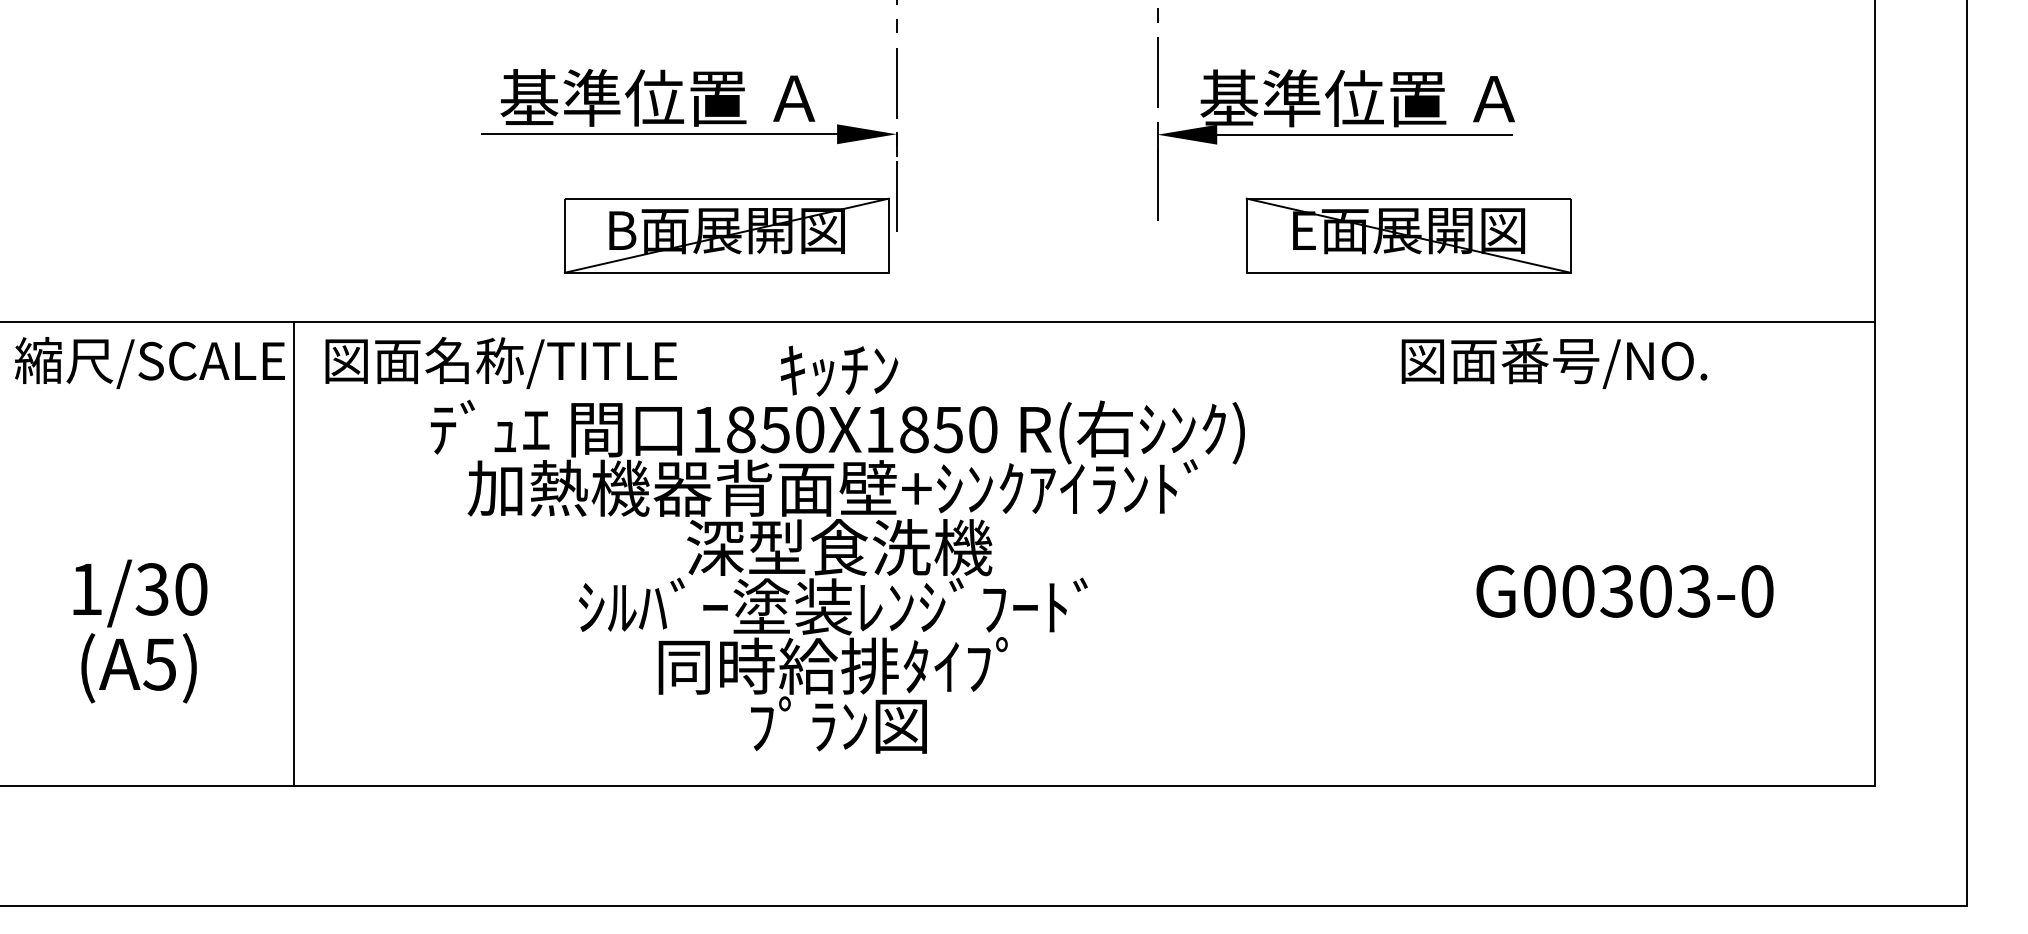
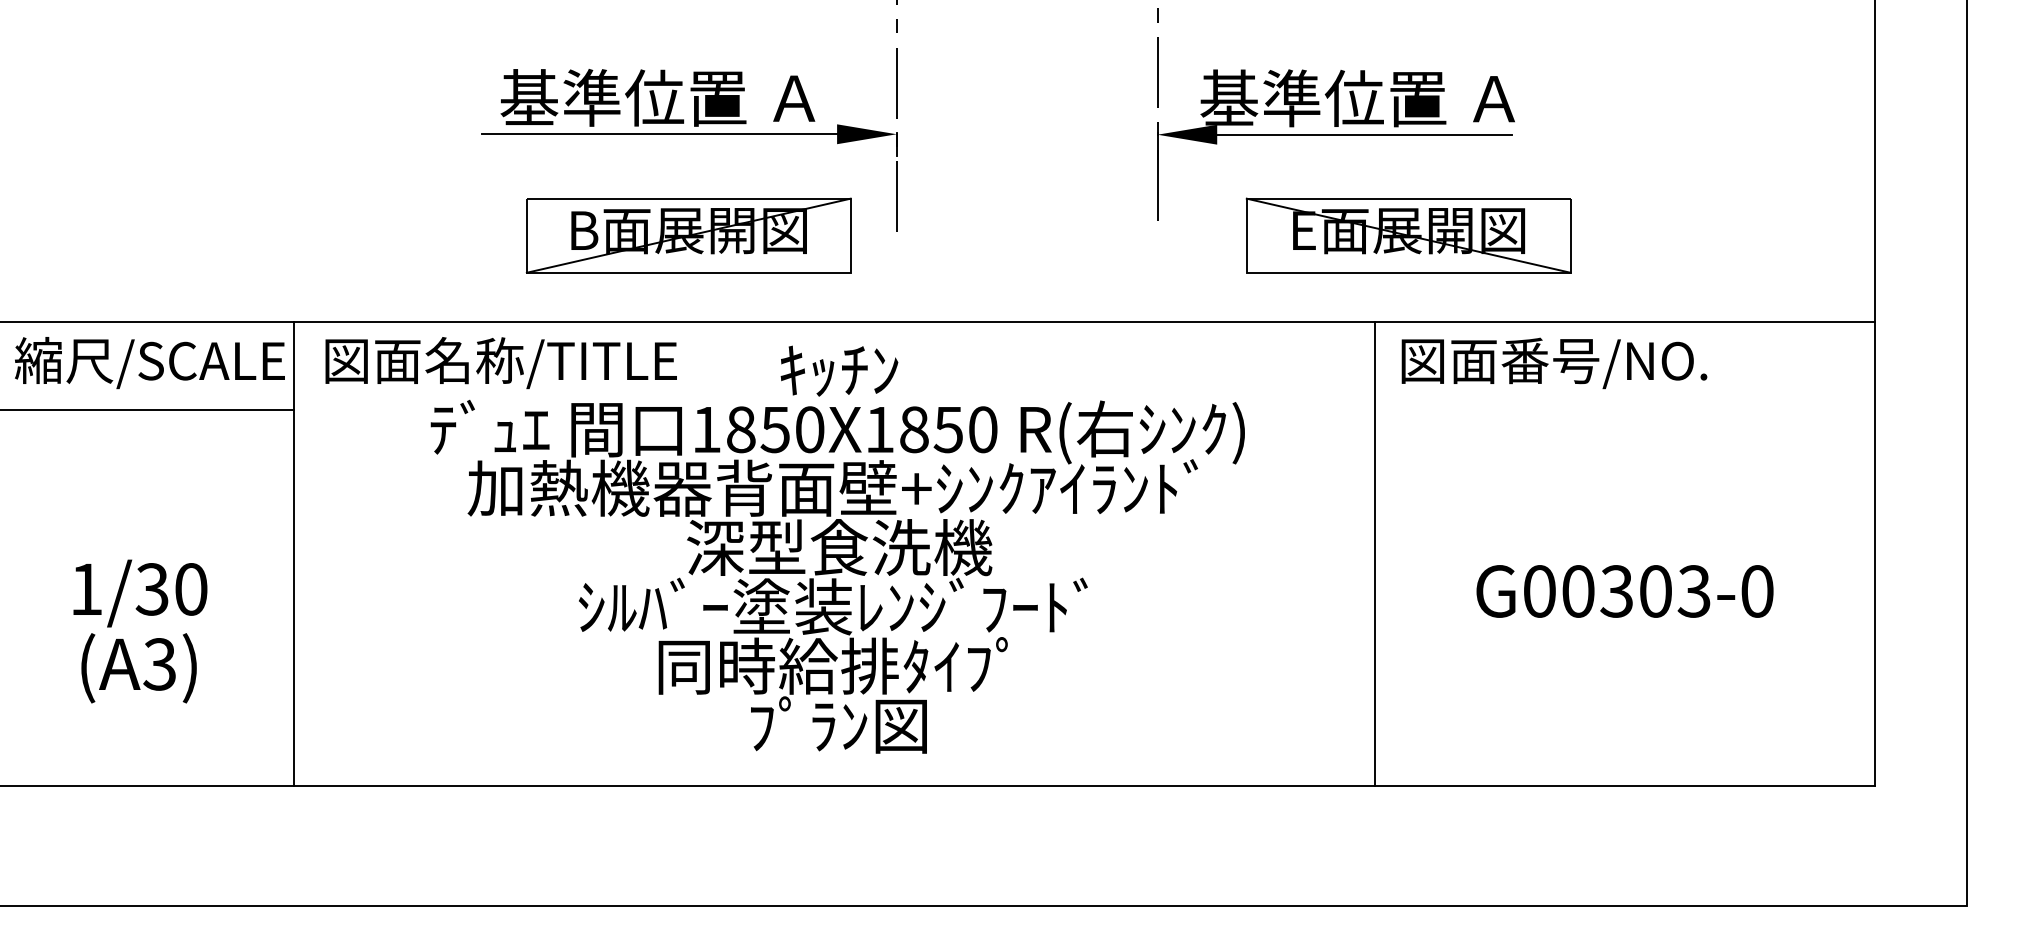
part at (726, 235) position: (726, 235) -> (688, 235)
line at (148, 409): none -> present
line at (1374, 554): none -> present
text at (159, 664): (A5) -> (A3)
